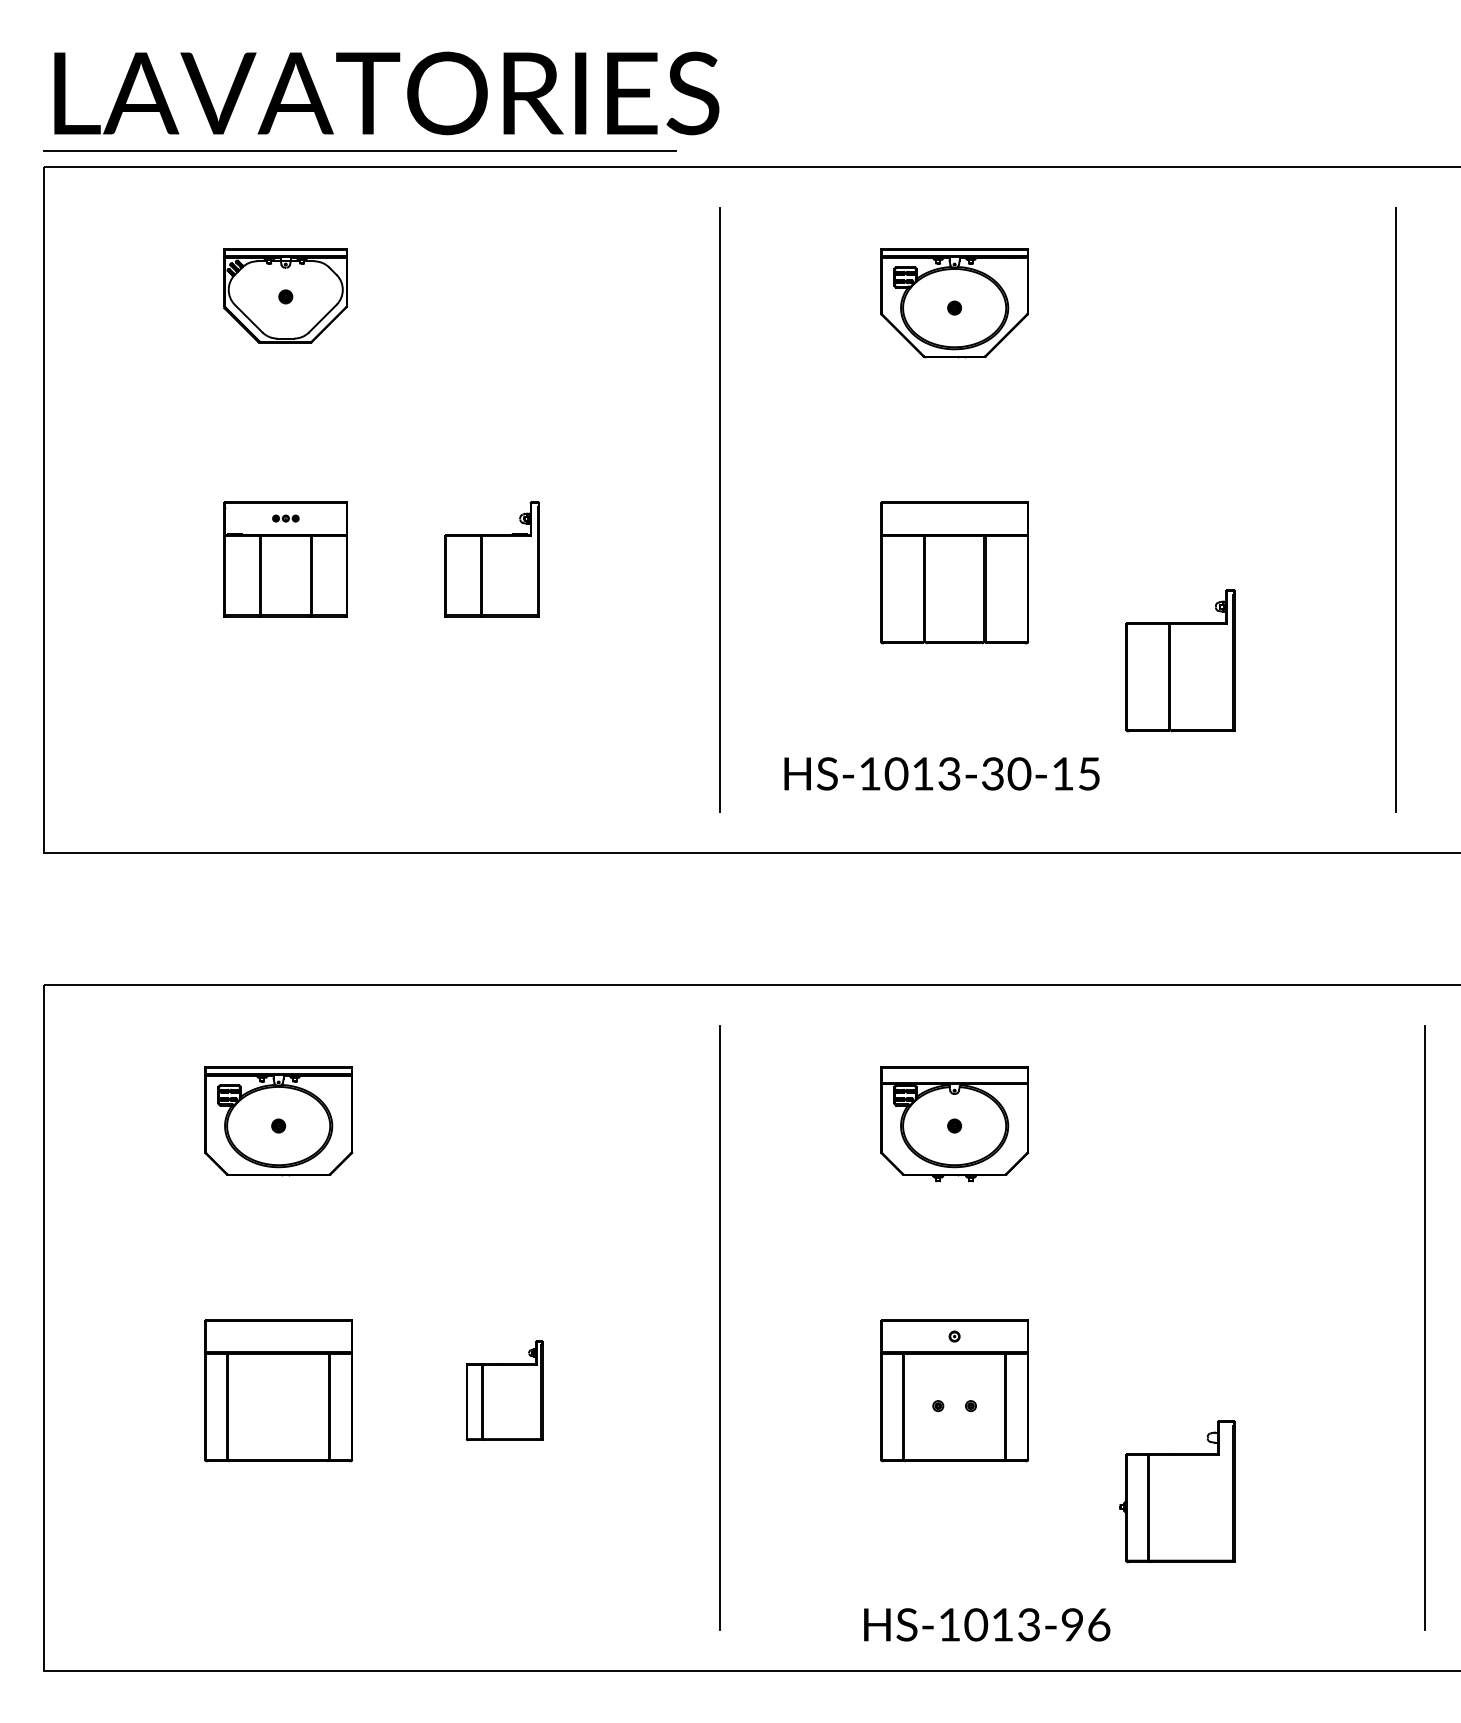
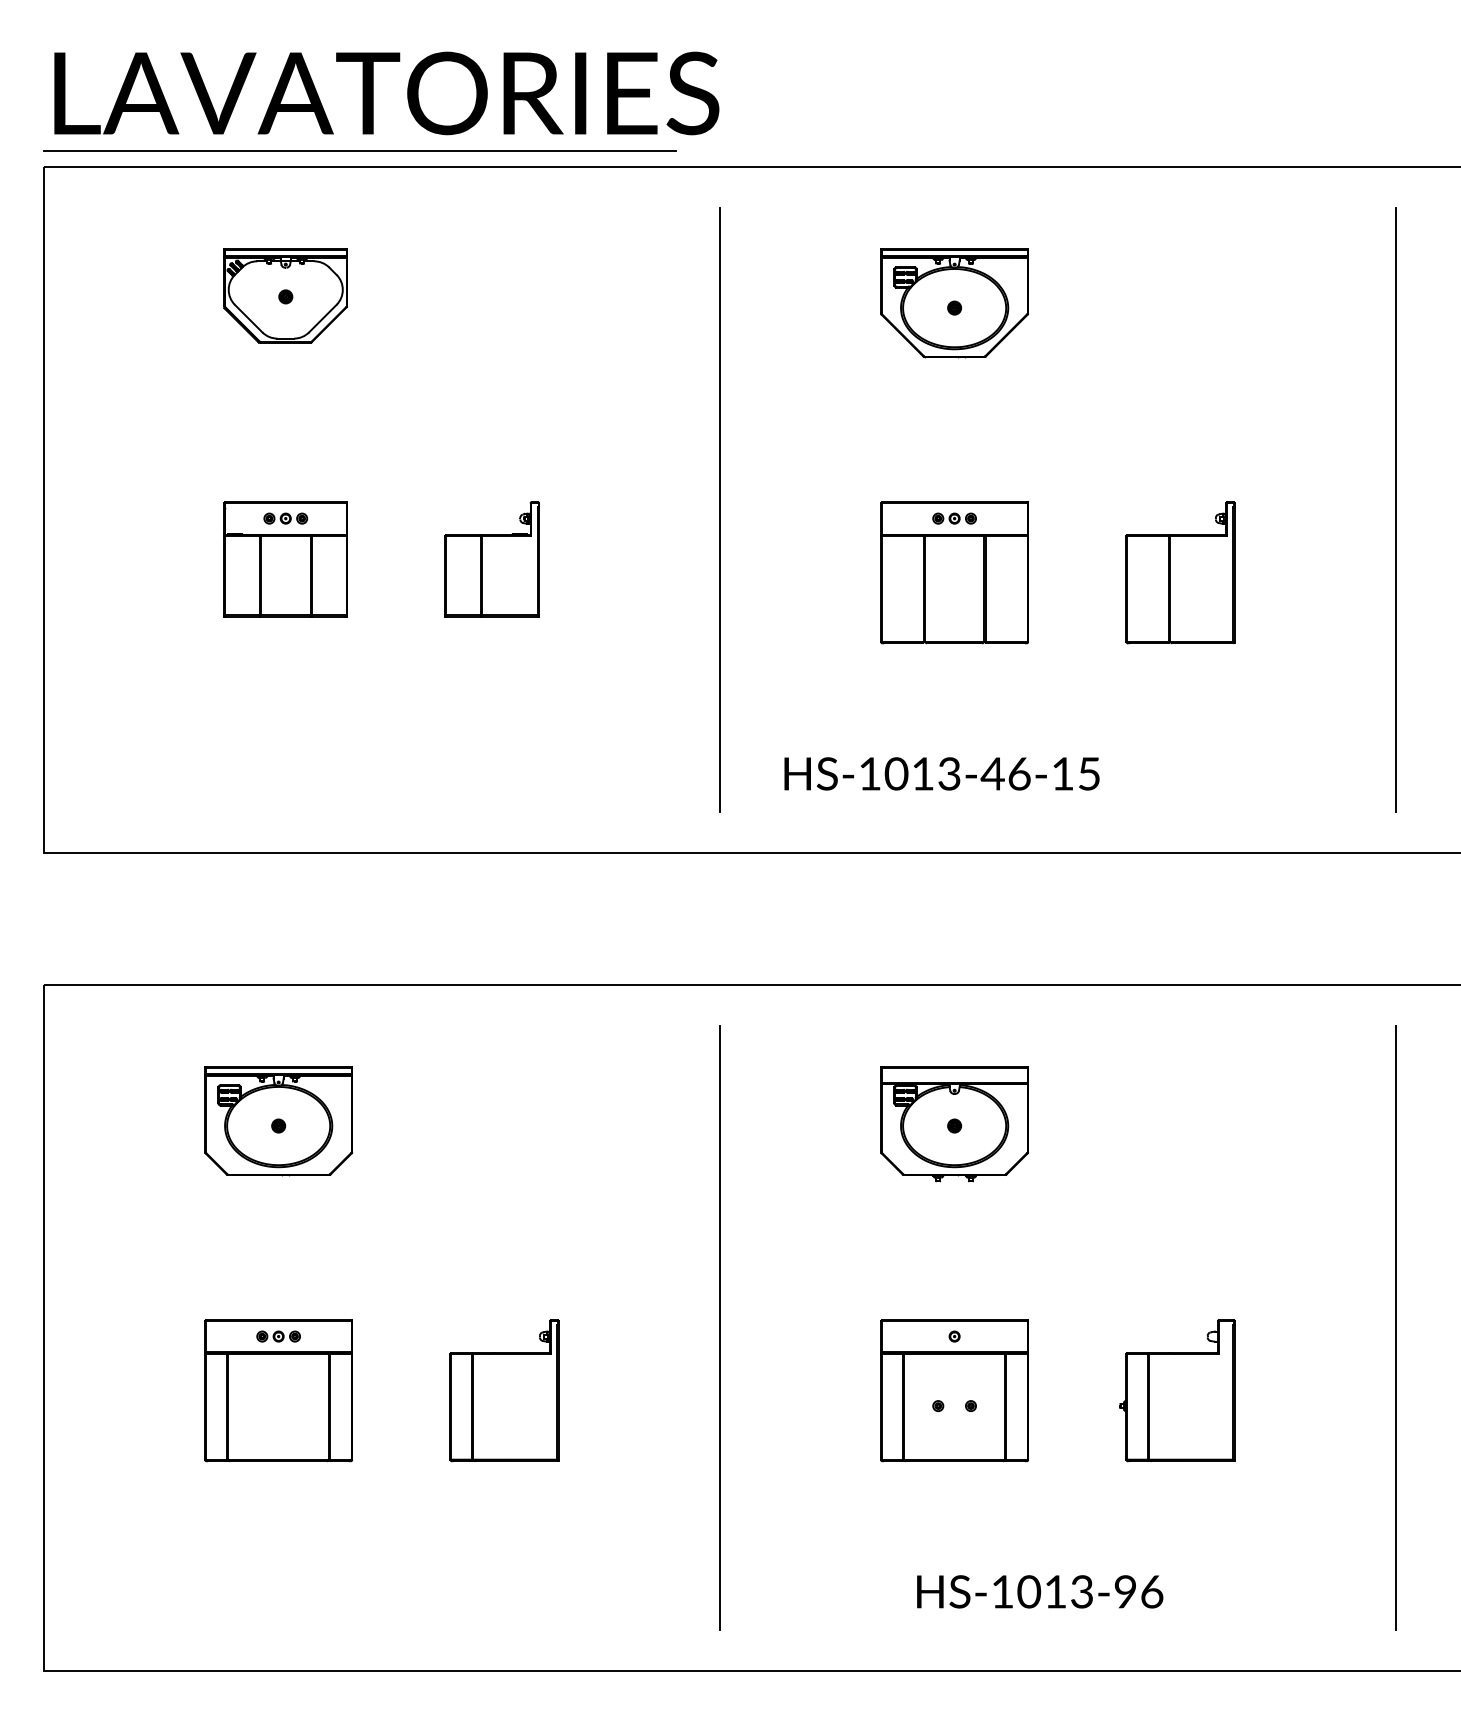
part at (285, 518) size: 28x9 px -> 46x13 px
part at (954, 518): none -> present
part at (1180, 660) position: (1180, 660) -> (1180, 572)
text at (1005, 773): HS-1013-30-15 -> HS-1013-46-15
line at (1424, 1327) position: (1424, 1327) -> (1395, 1327)
part at (278, 1336): none -> present
part at (504, 1390) size: 79x101 px -> 111x144 px
part at (1177, 1491) position: (1177, 1491) -> (1177, 1390)
text at (987, 1624) position: (987, 1624) -> (1040, 1591)
